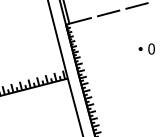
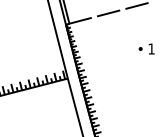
text at (151, 48): 0 -> 1
